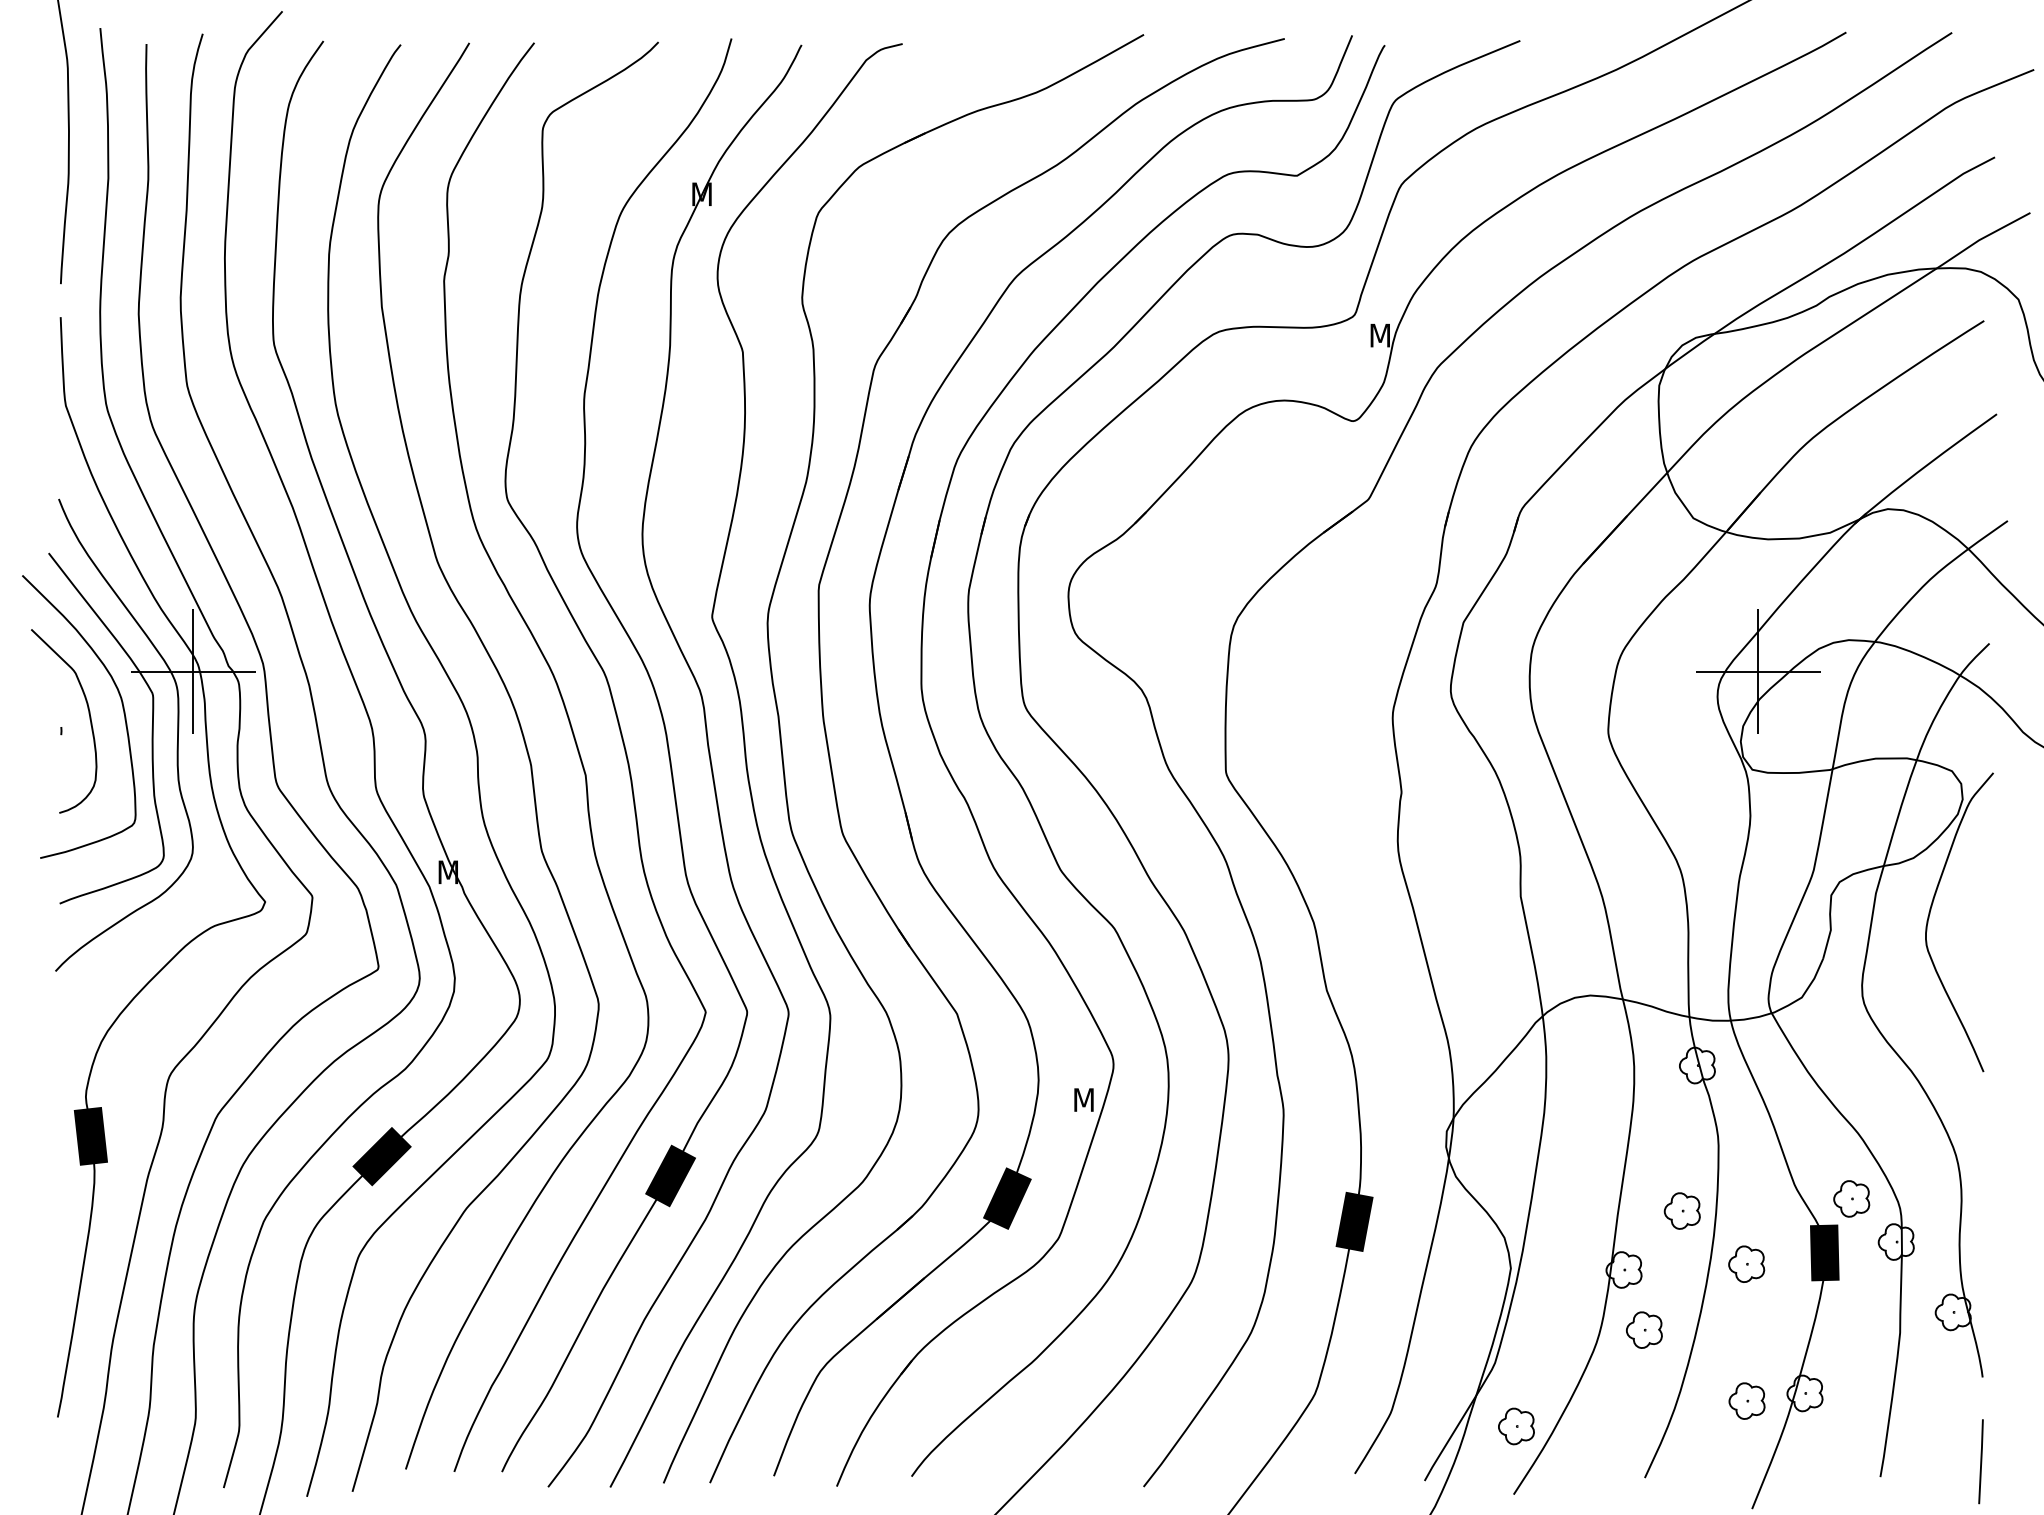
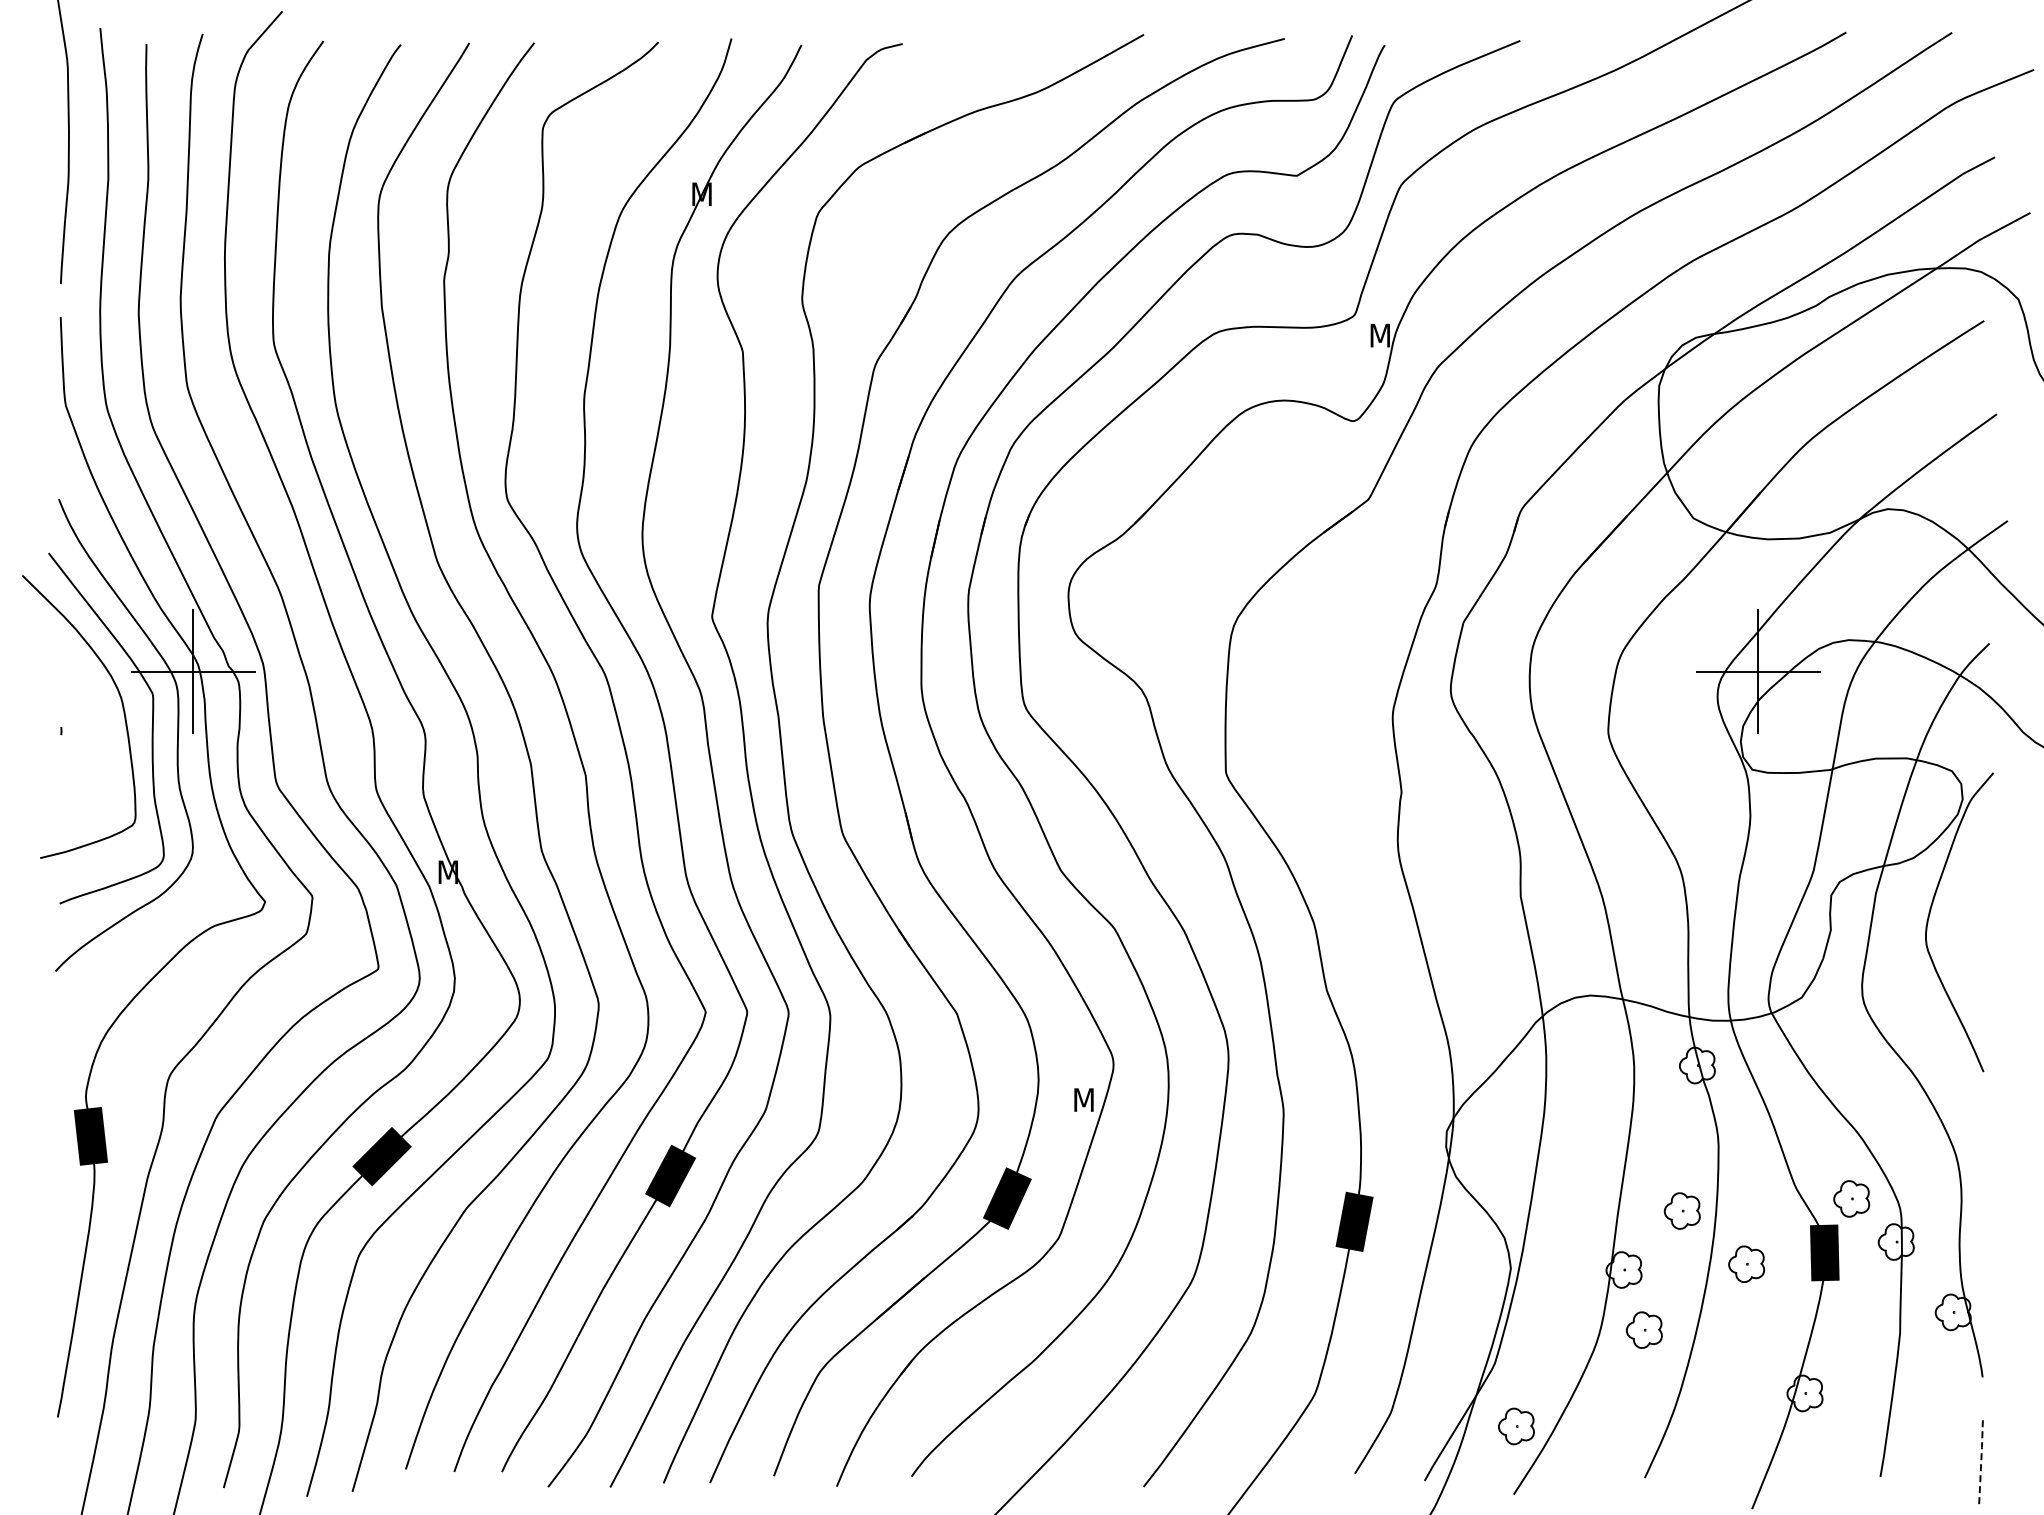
curve at (88, 714): present -> none
part at (1746, 1400): present -> none
line at (1981, 1460): solid -> dashed
